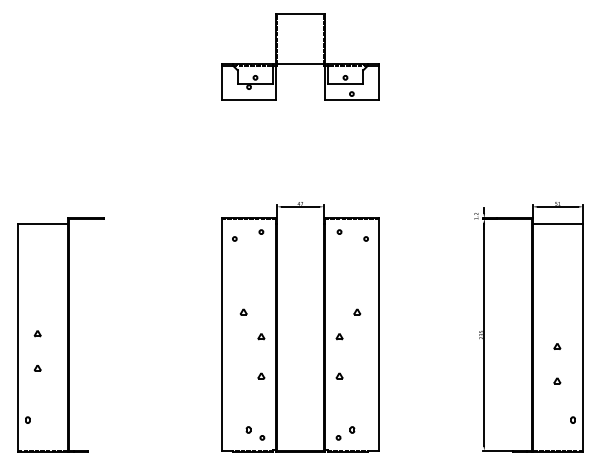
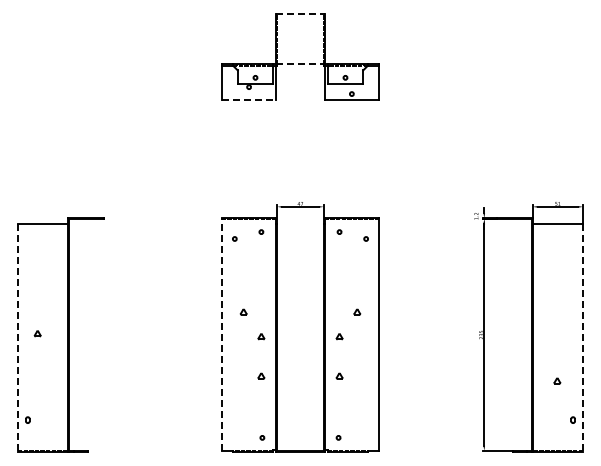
line at (300, 14): solid -> dashed
line at (300, 64): solid -> dashed
line at (249, 99): solid -> dashed
line at (222, 333): solid -> dashed
line at (18, 338): solid -> dashed
line at (582, 338): solid -> dashed
part at (557, 346): present -> none
part at (37, 368): present -> none
part at (248, 429): present -> none
part at (352, 429): present -> none
